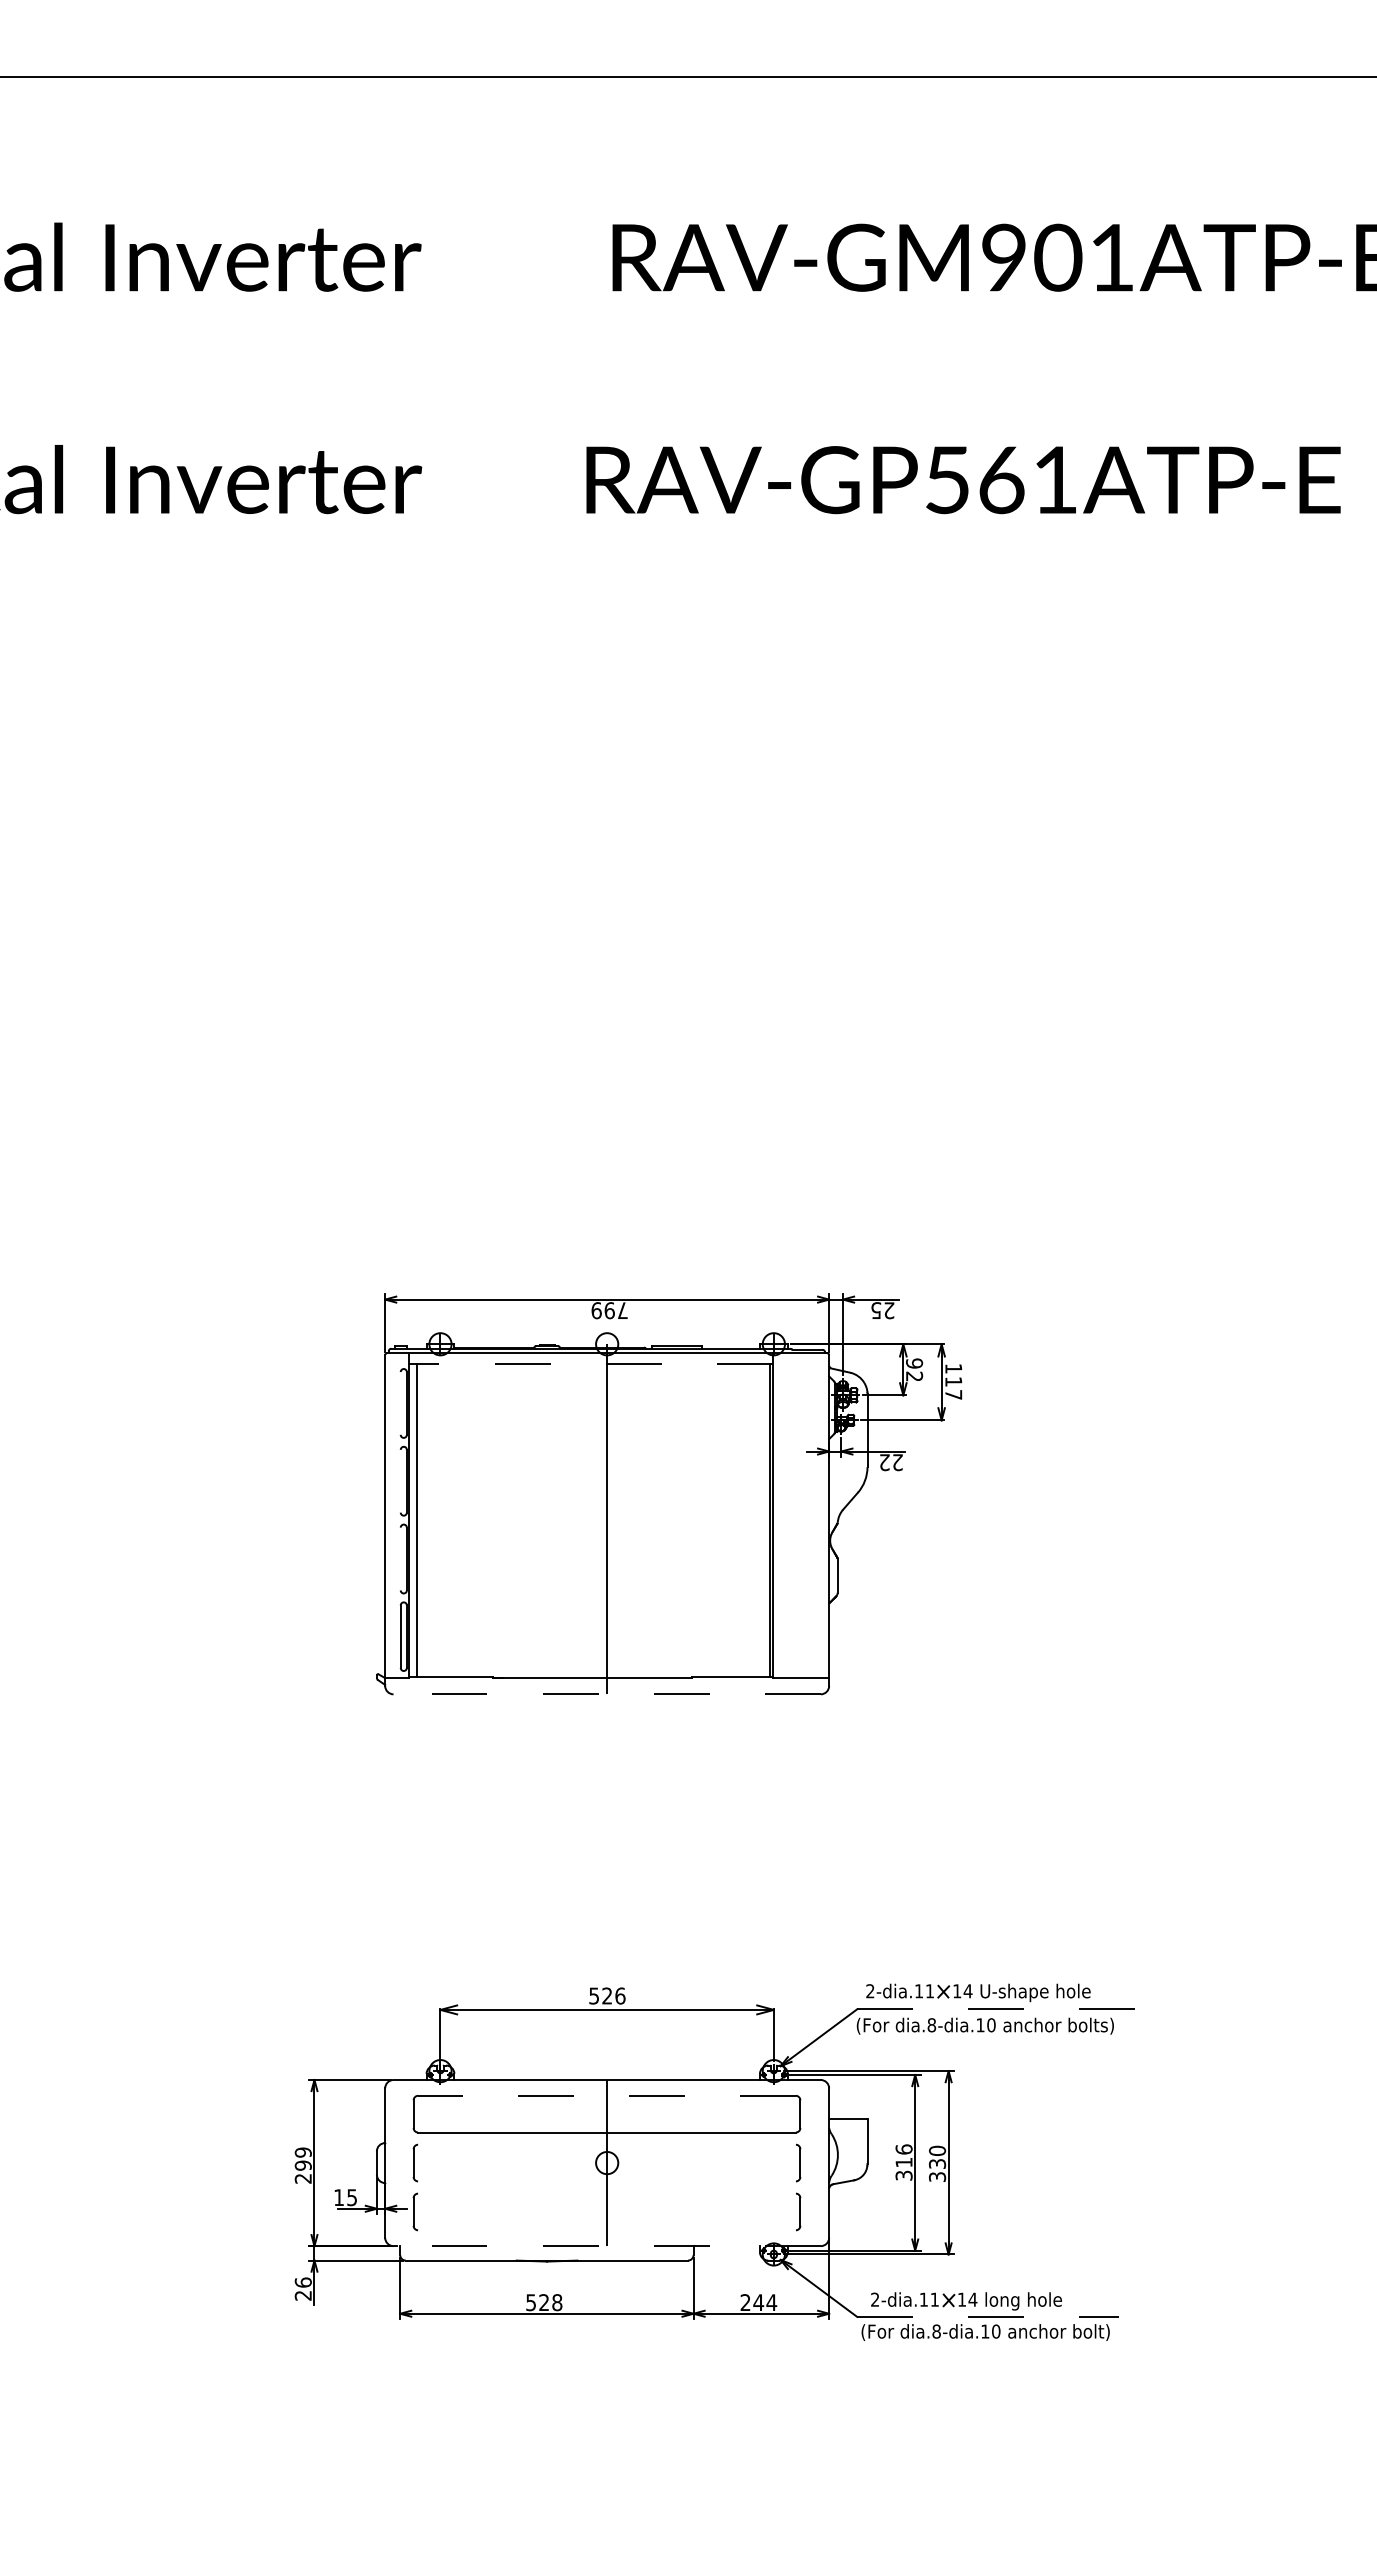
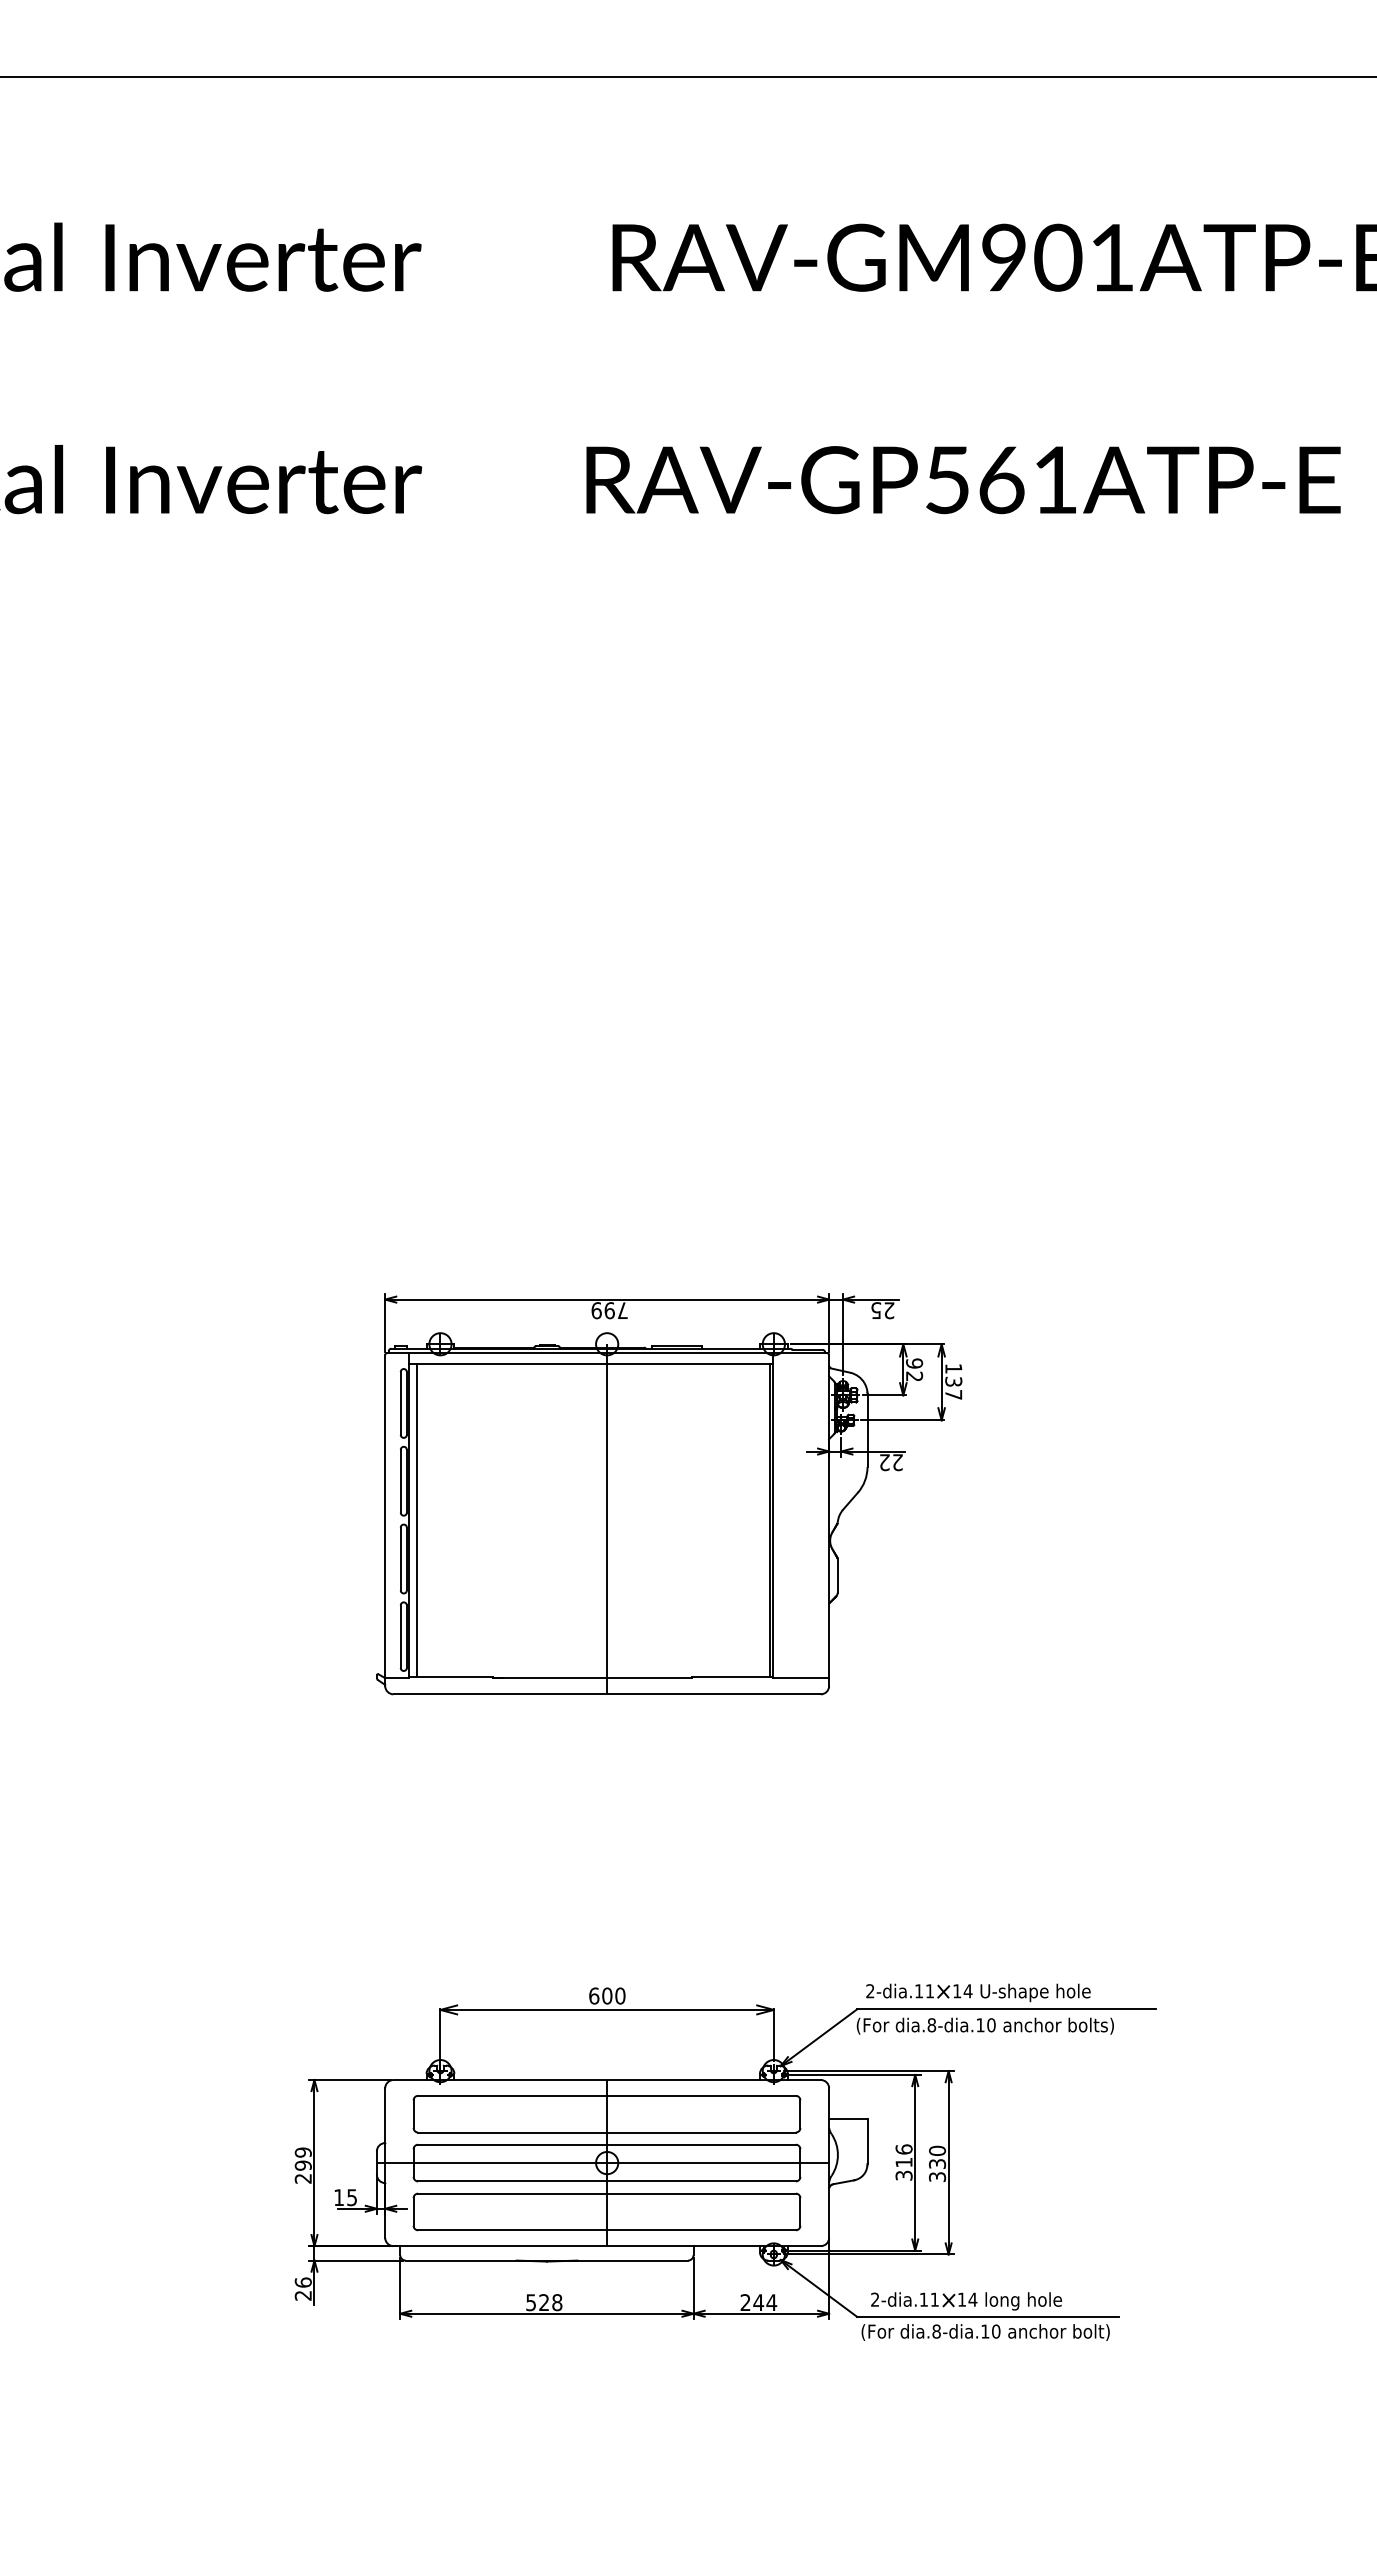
line at (591, 1364): dashed -> solid
text at (953, 1381): 117 -> 137
line at (400, 1403): none -> present
line at (400, 1480): none -> present
line at (400, 1558): none -> present
line at (607, 1694): dashed -> solid
text at (607, 1995): 526 -> 600
line at (1006, 2009): dashed -> solid
line at (607, 2095): dashed -> solid
line at (606, 2144): none -> present
line at (602, 2163): none -> present
line at (606, 2181): none -> present
line at (606, 2193): none -> present
line at (606, 2230): none -> present
line at (607, 2246): dashed -> solid
line at (988, 2316): dashed -> solid
